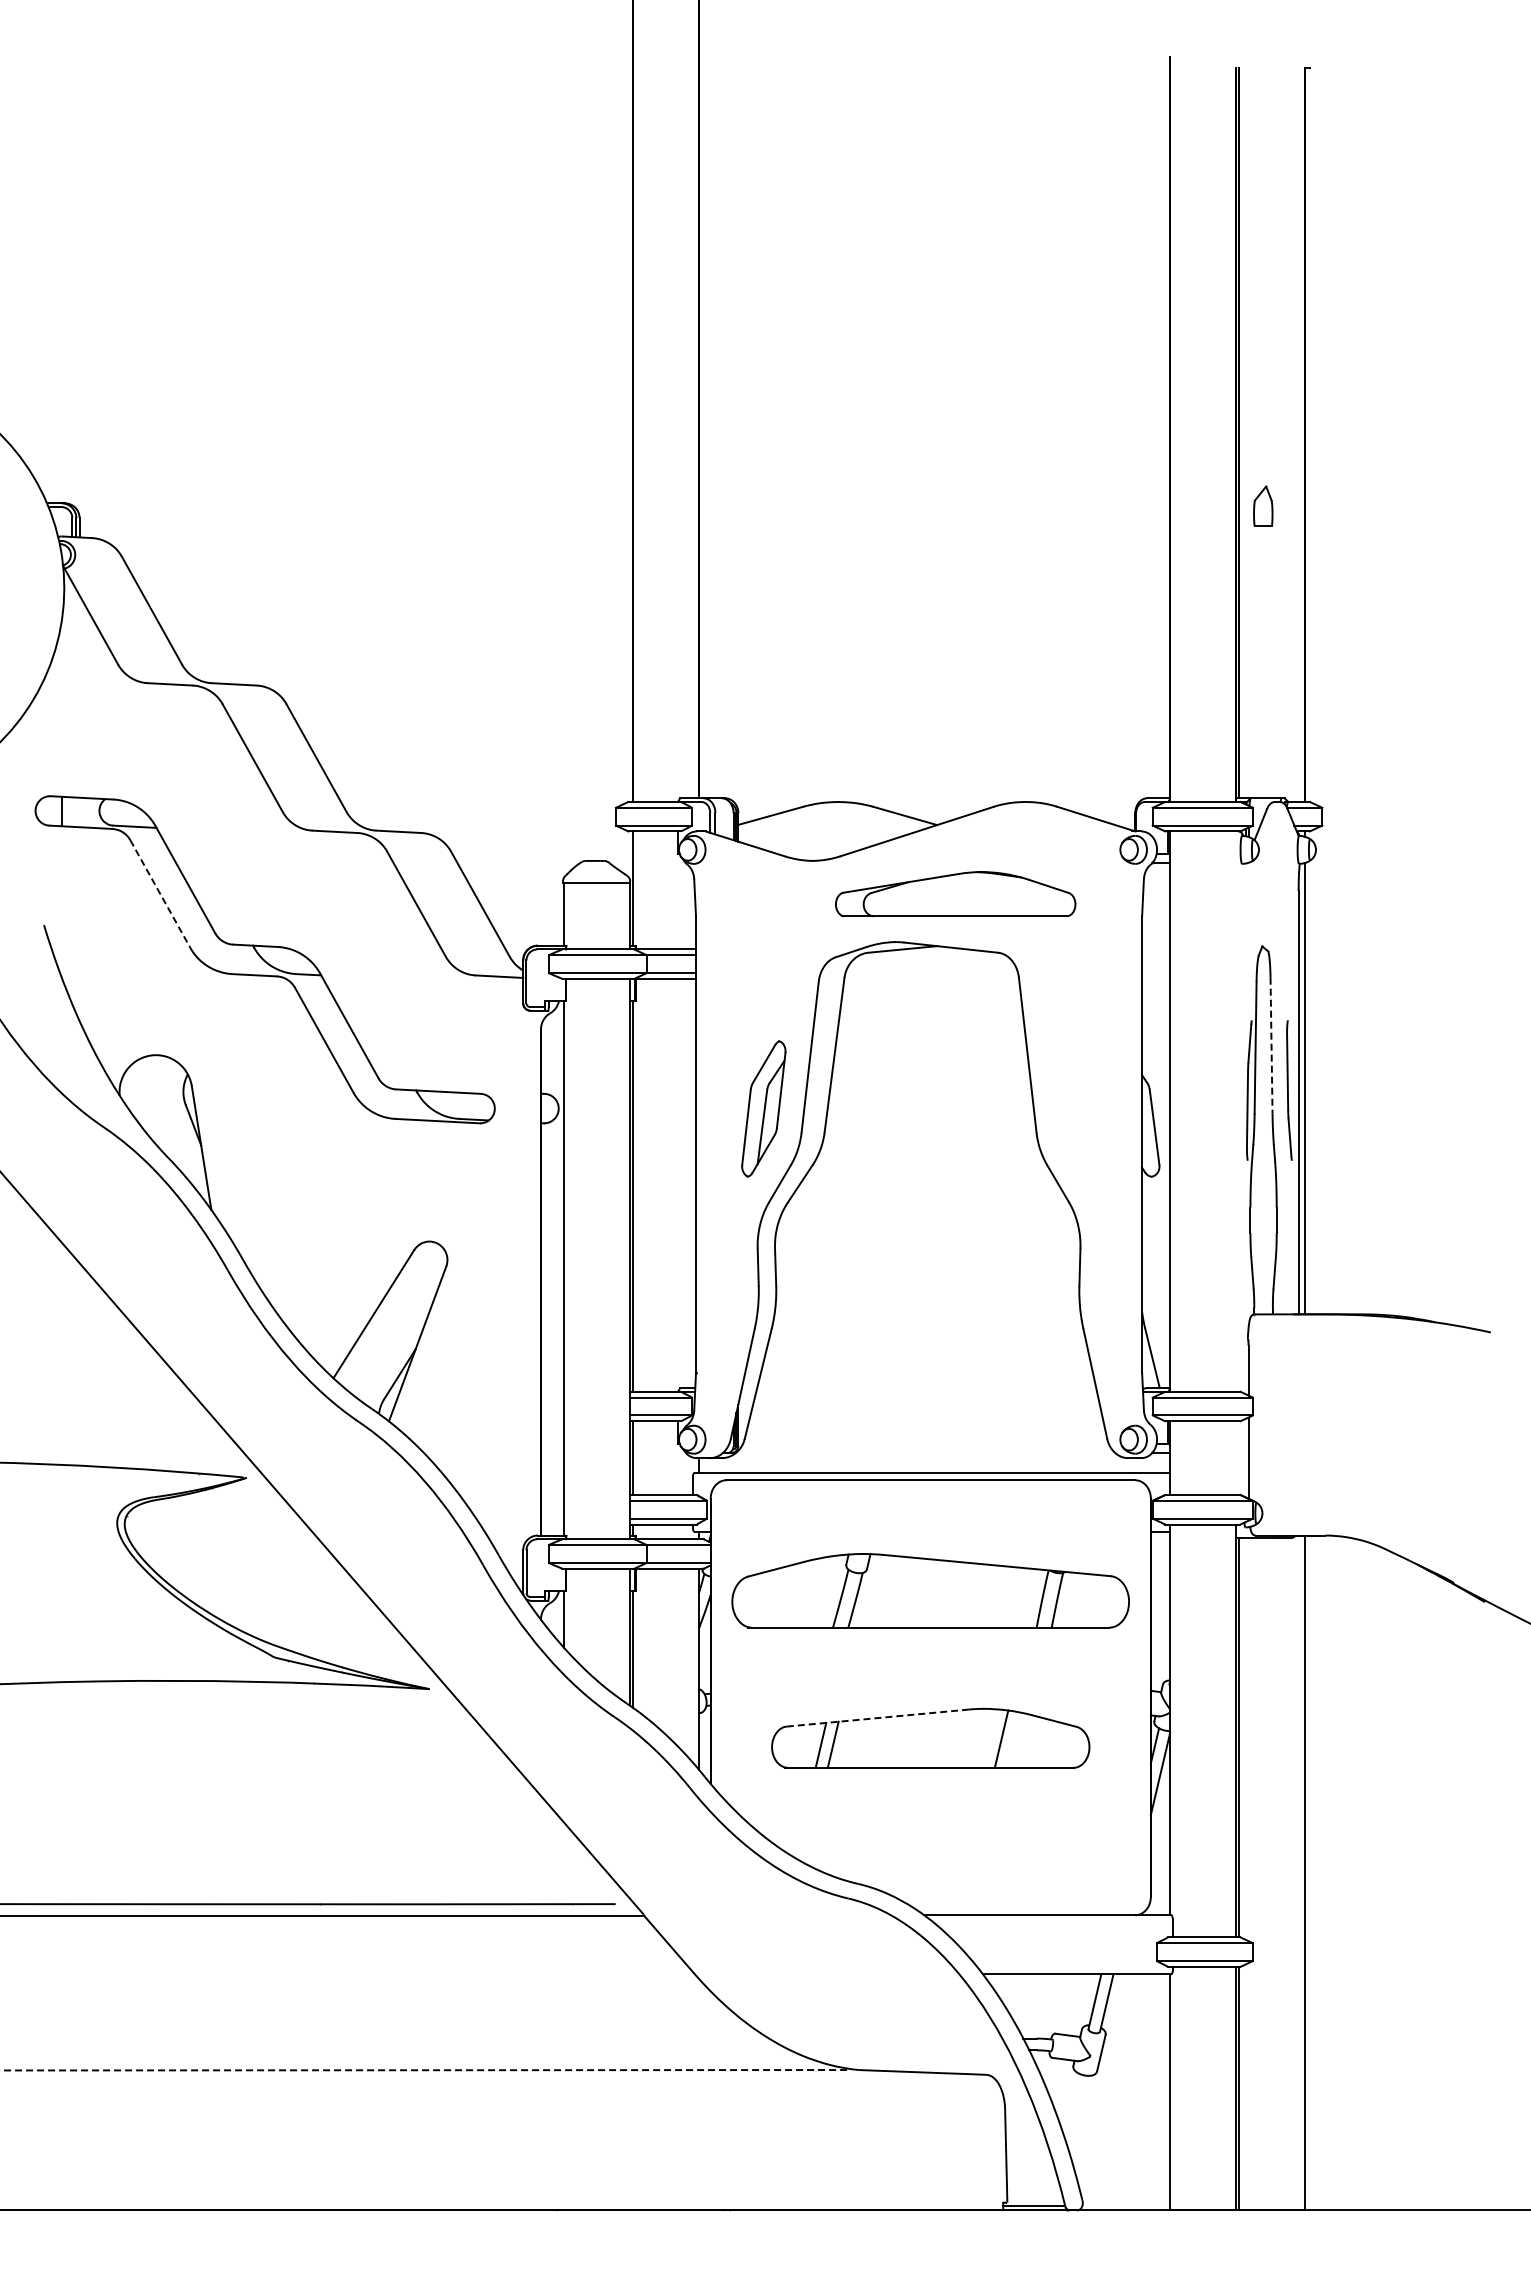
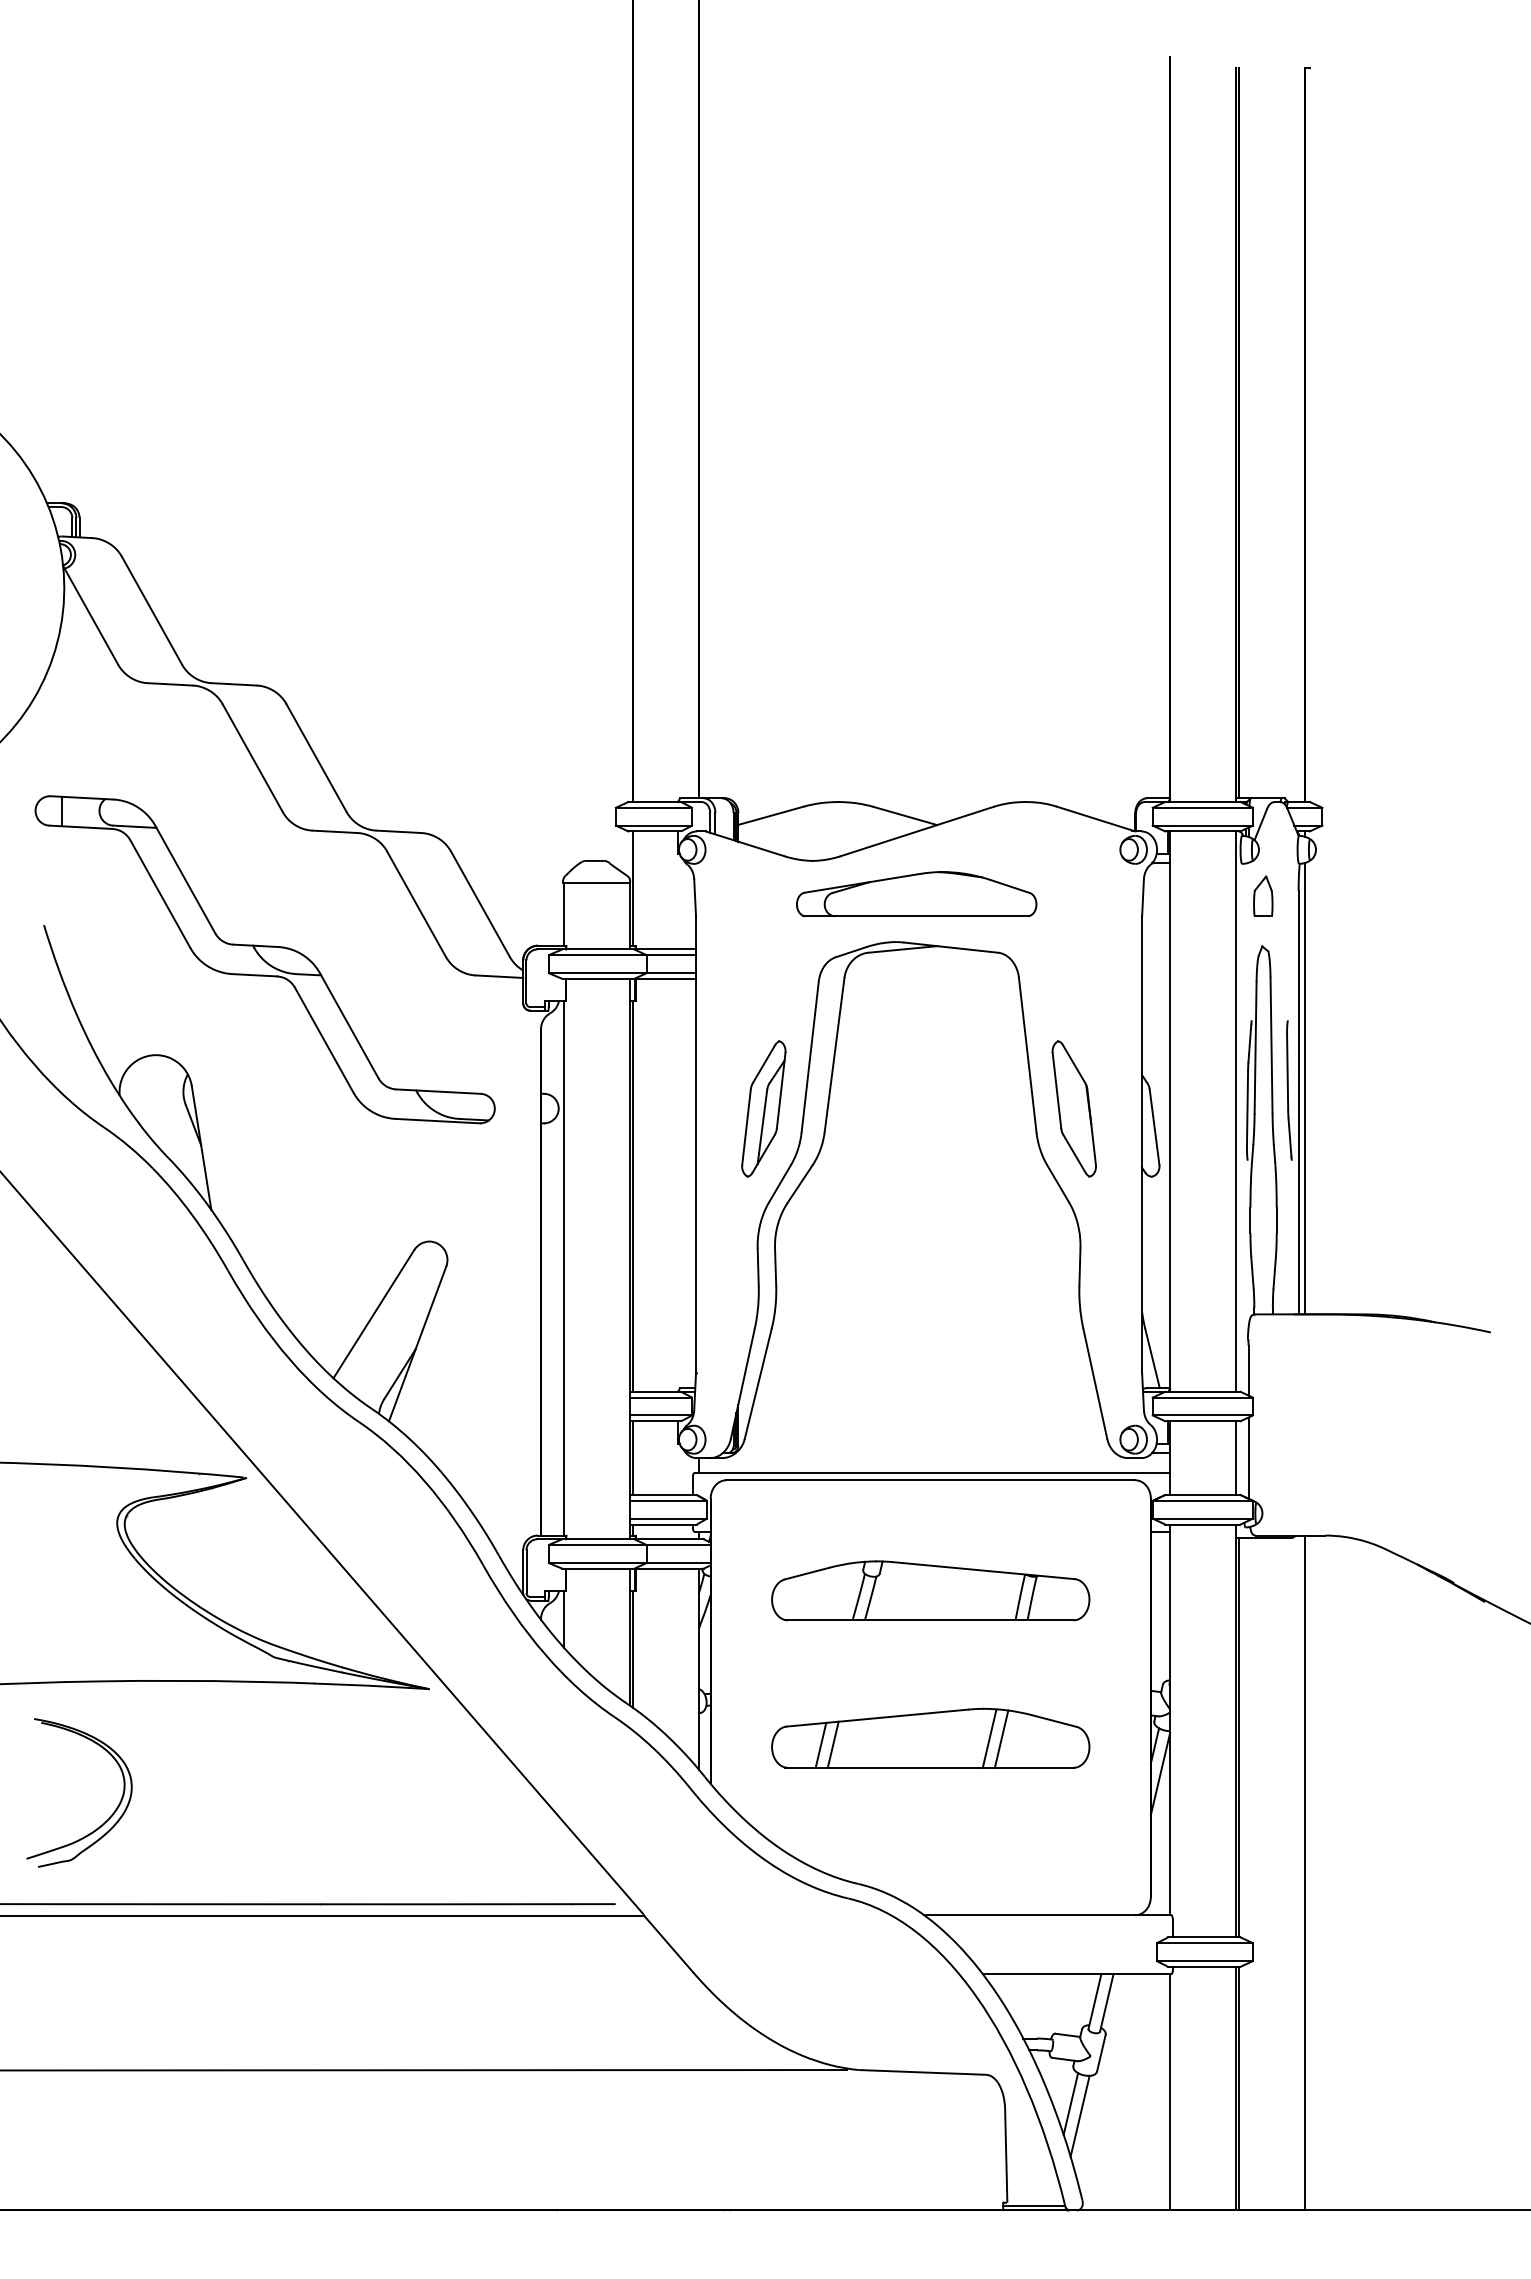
part at (1263, 505) position: (1263, 505) -> (1263, 895)
line at (160, 894): dashed -> solid
part at (955, 894) position: (955, 894) -> (916, 894)
line at (1271, 1045): dashed -> solid
part at (1073, 1108): none -> present
line at (1235, 1111): none -> present
line at (1235, 1458): none -> present
part at (930, 1590) size: 399x76 px -> 320x62 px
line at (877, 1718): dashed -> solid
line at (989, 1738): none -> present
part at (109, 1816): none -> present
line at (423, 2070): dashed -> solid
line at (1070, 2103): none -> present
line at (1079, 2115): none -> present
